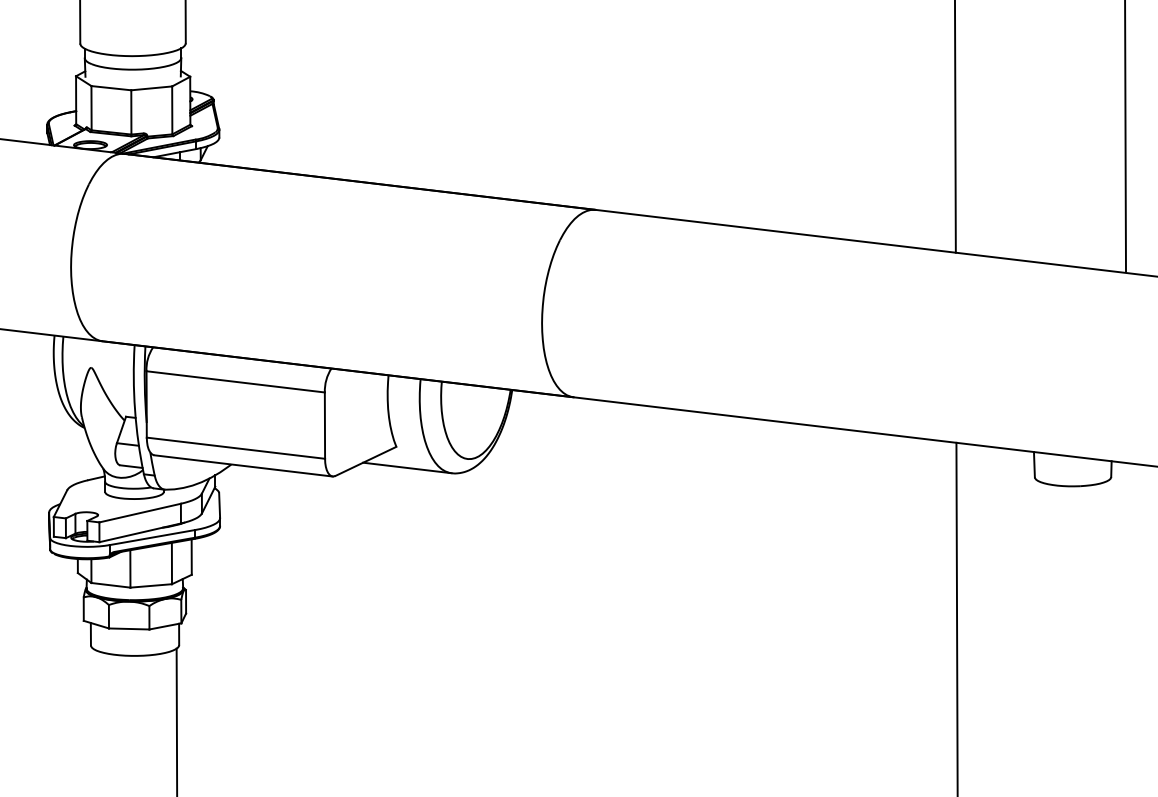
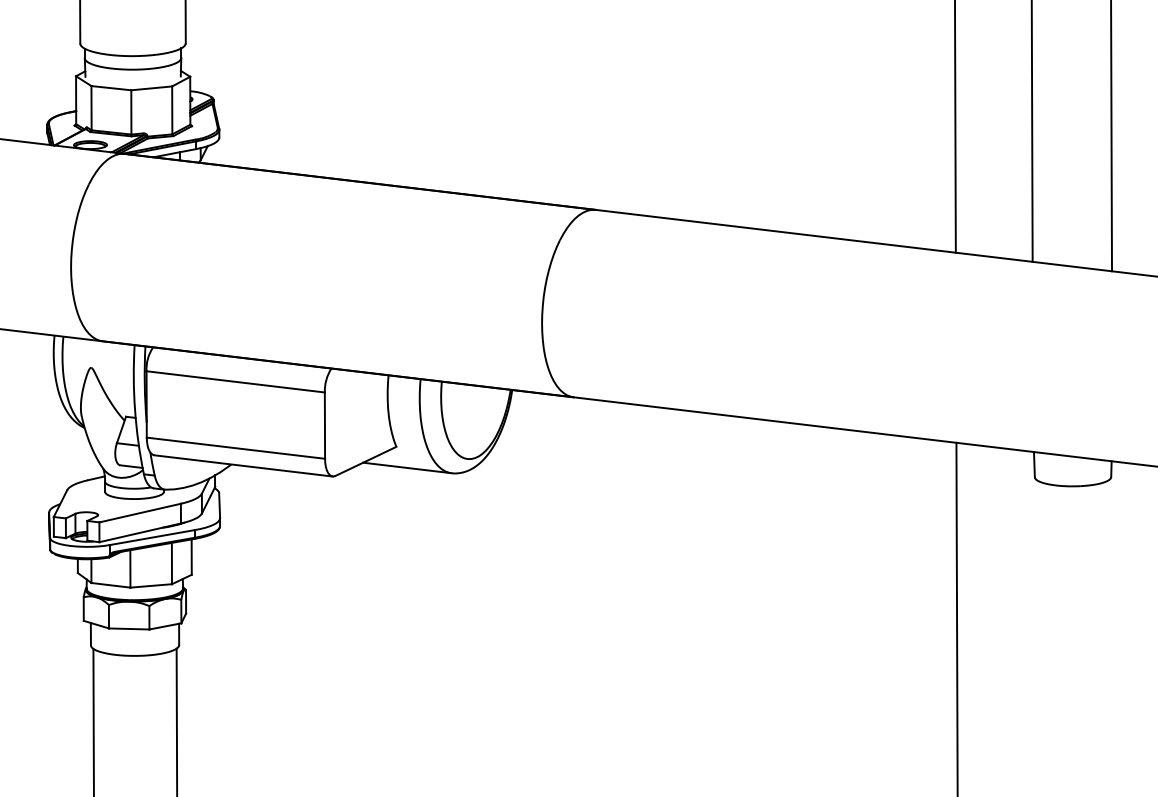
line at (1031, 131): none -> present
line at (1125, 136) position: (1125, 136) -> (1111, 136)
line at (93, 720): none -> present
